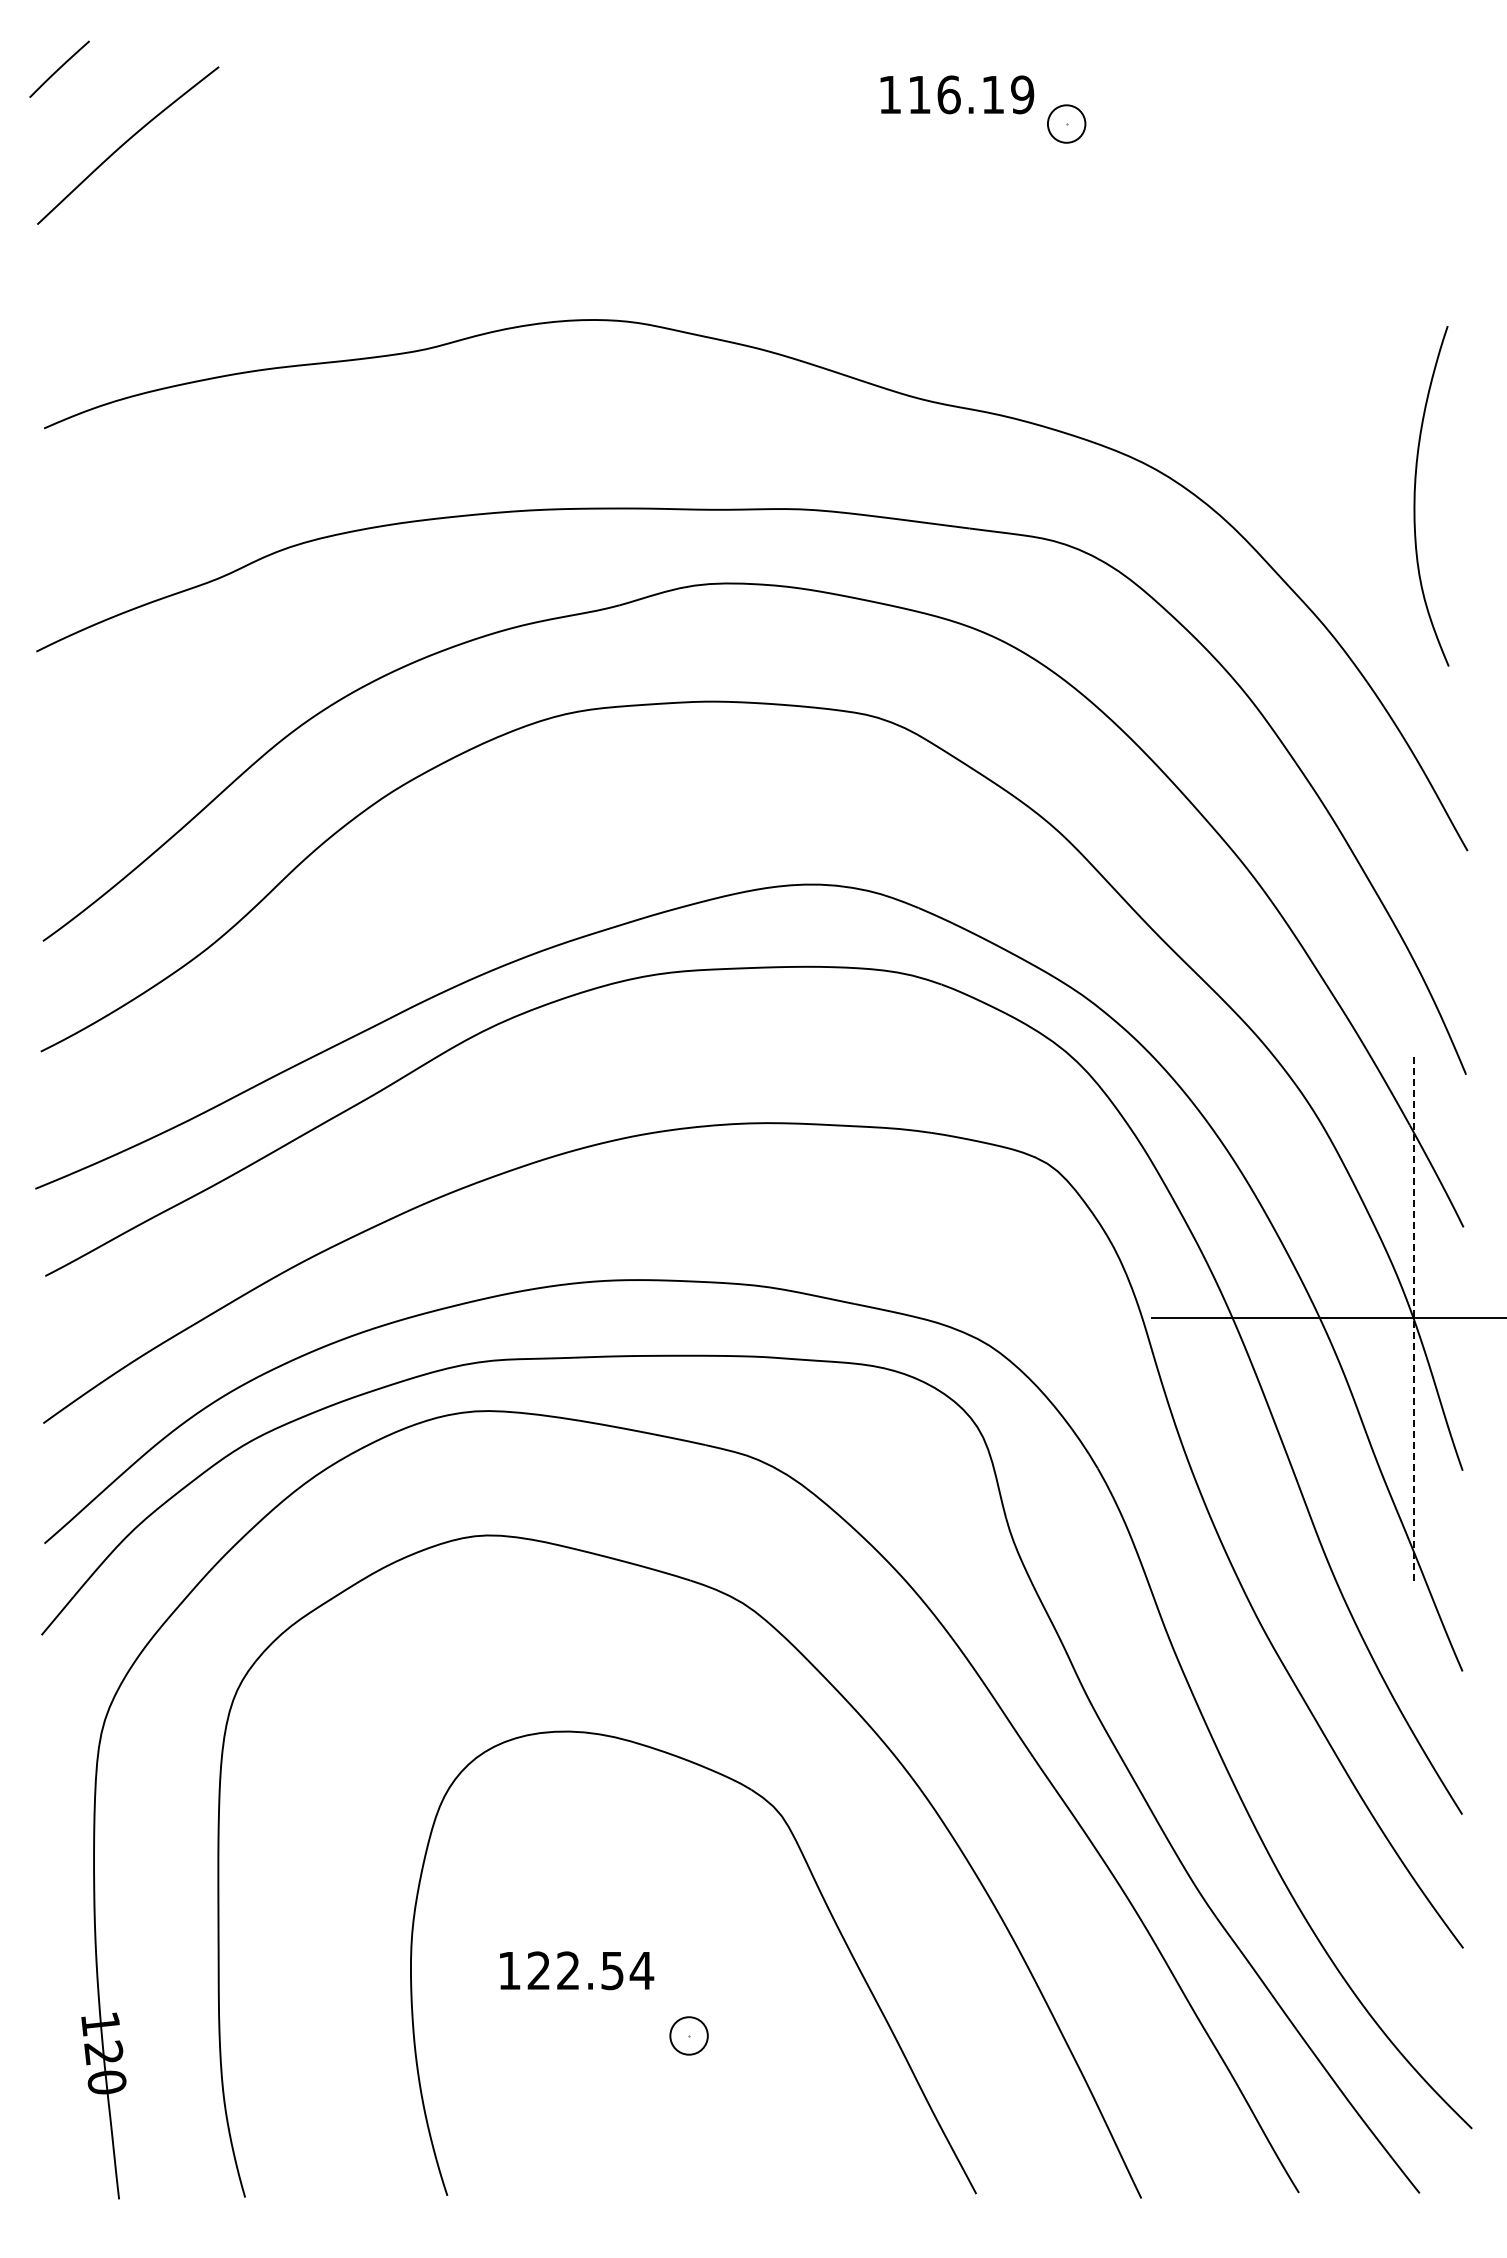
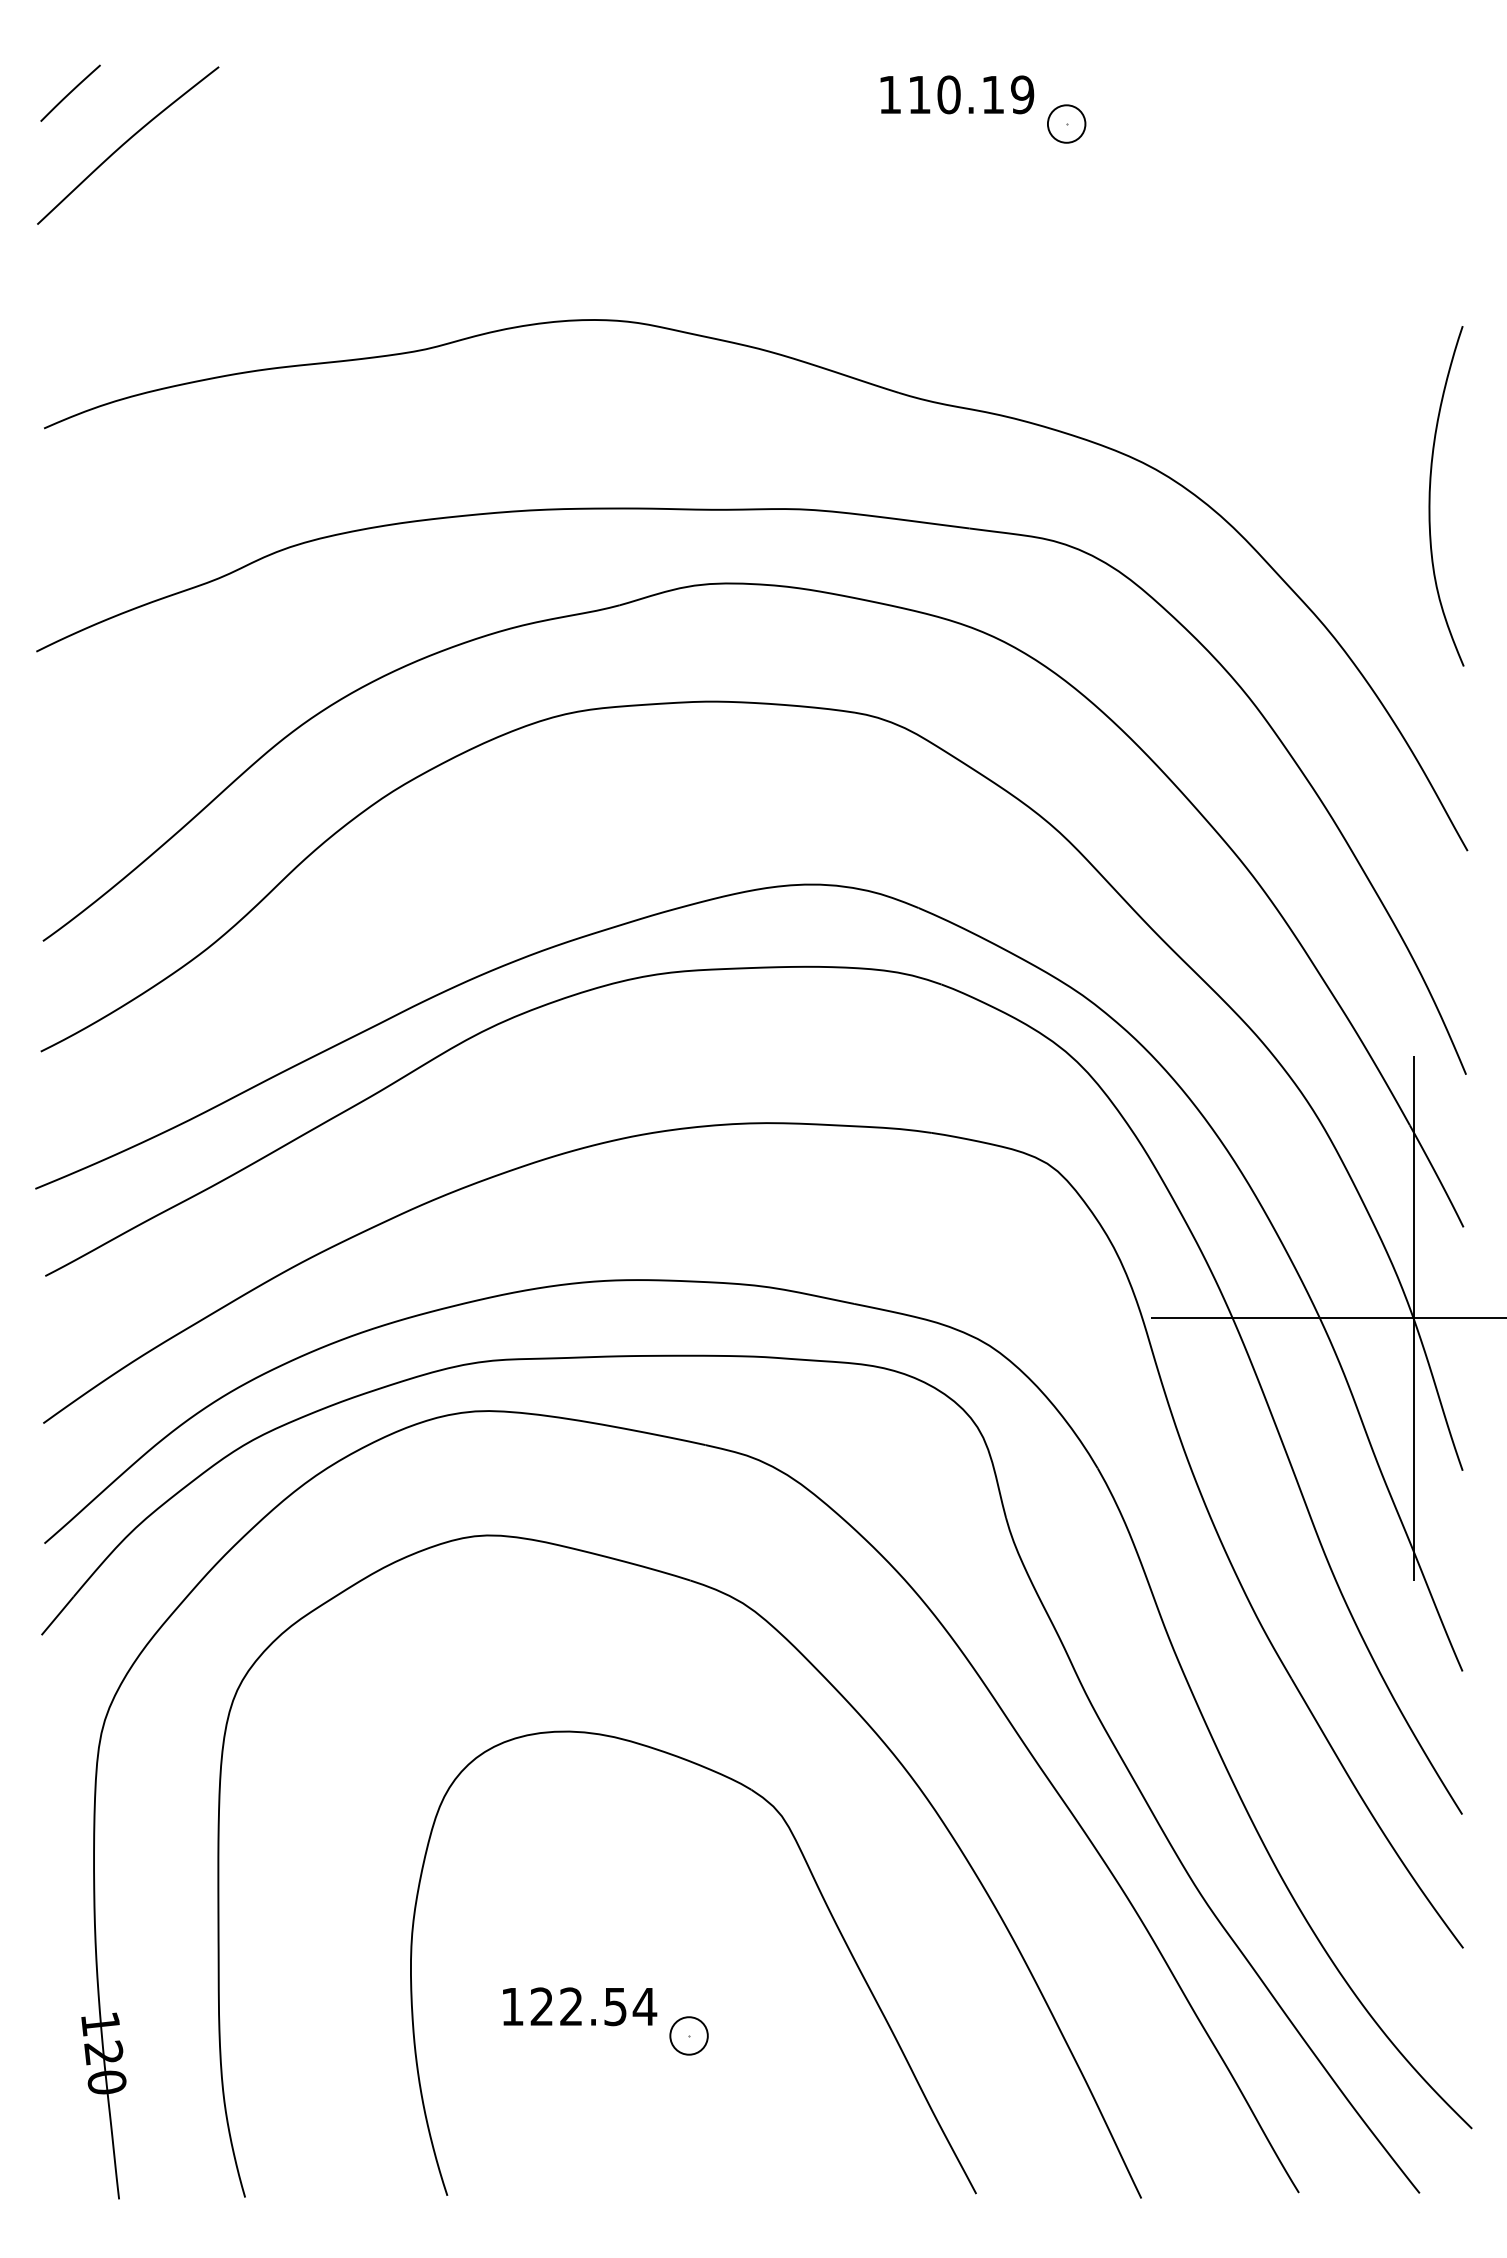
line at (59, 68) position: (59, 68) -> (70, 92)
text at (948, 94): 116.19 -> 110.19
curve at (1415, 496) position: (1415, 496) -> (1430, 496)
line at (1413, 1318): dashed -> solid
text at (577, 1970) position: (577, 1970) -> (580, 2006)
